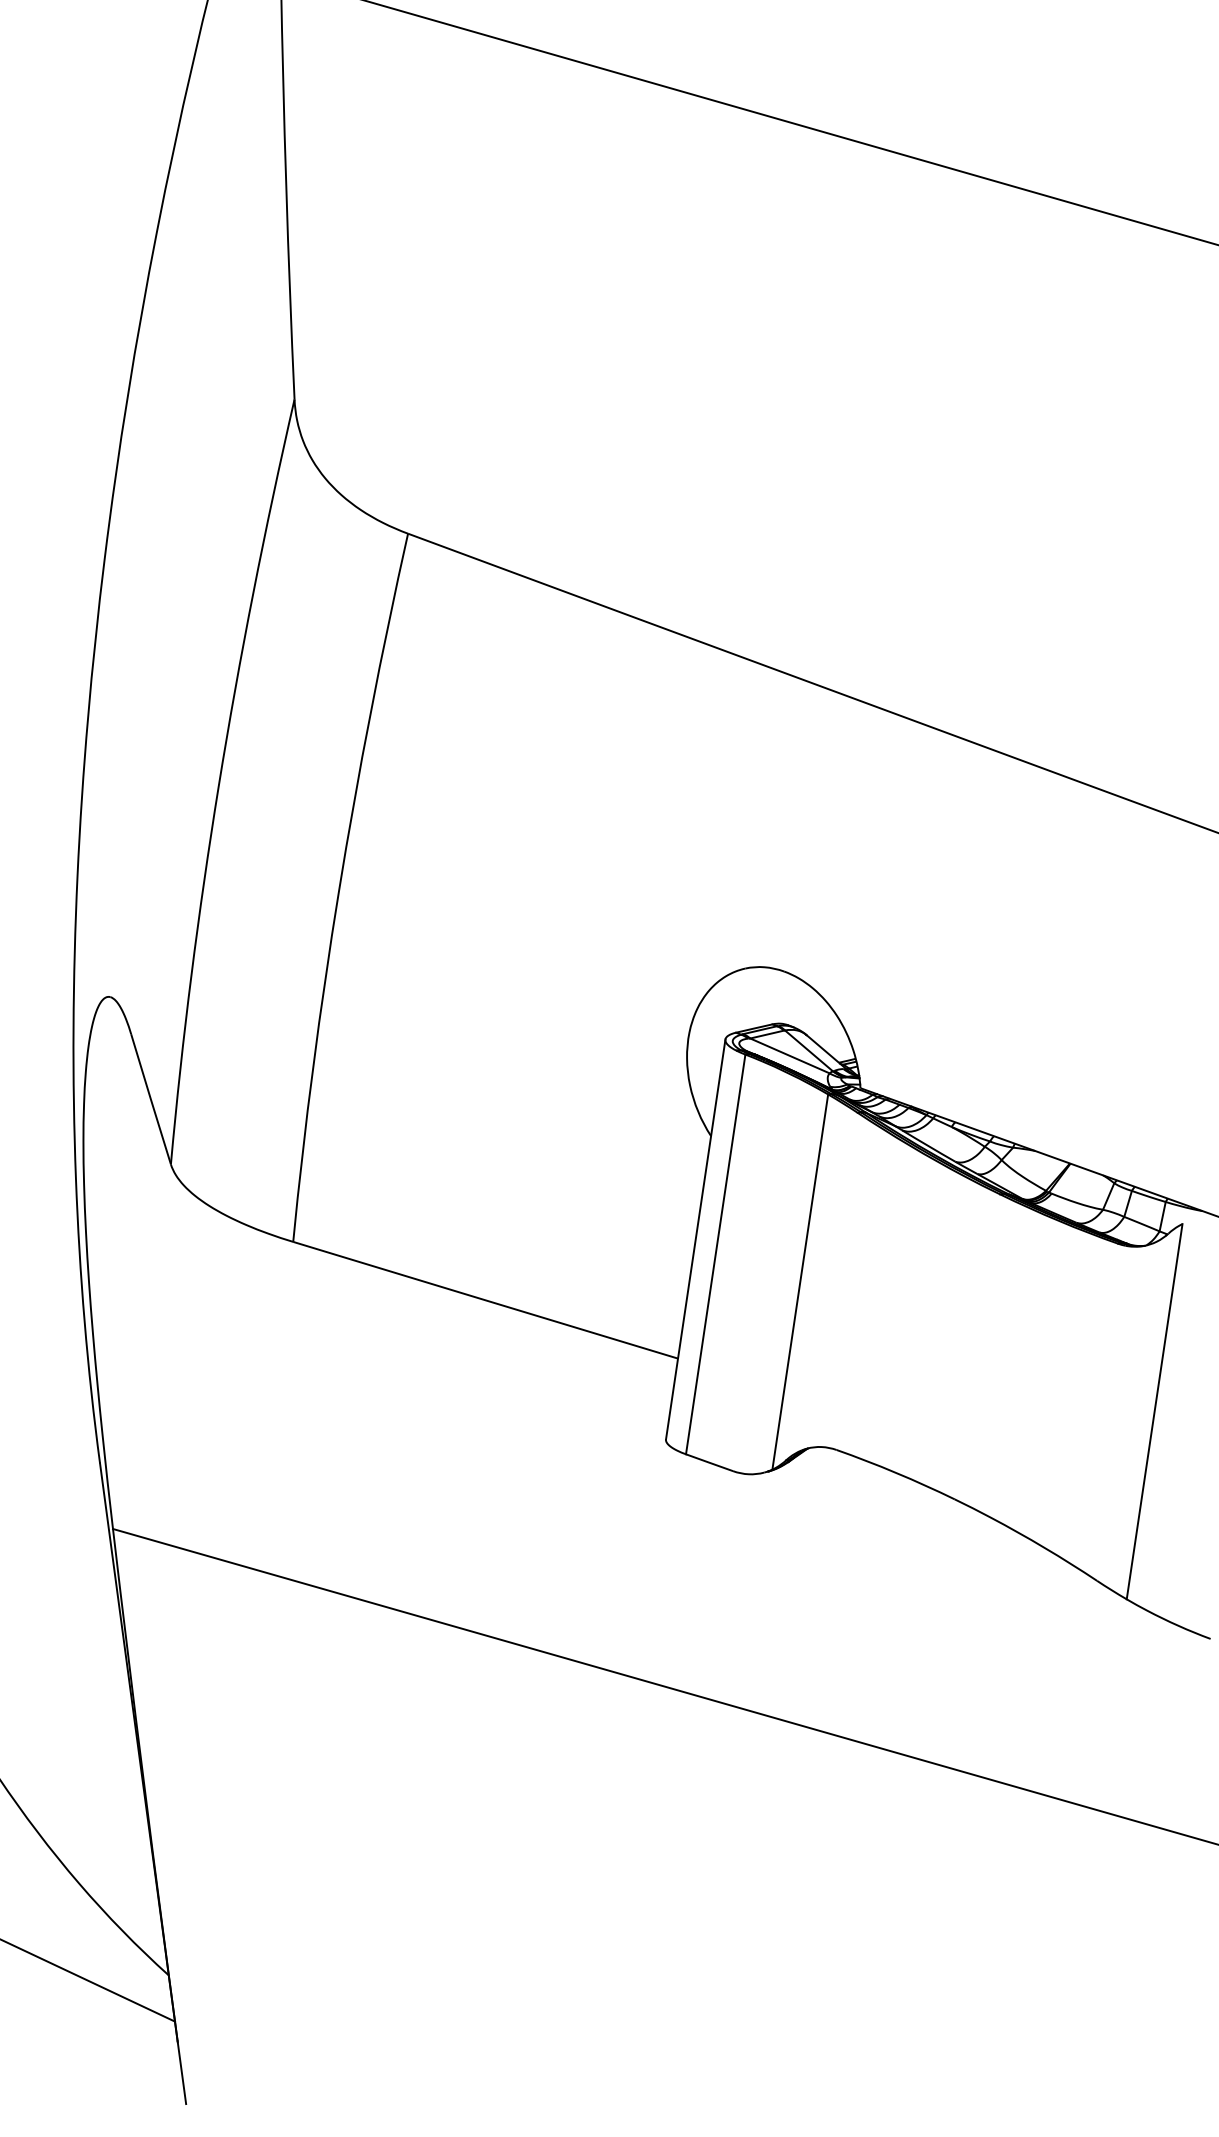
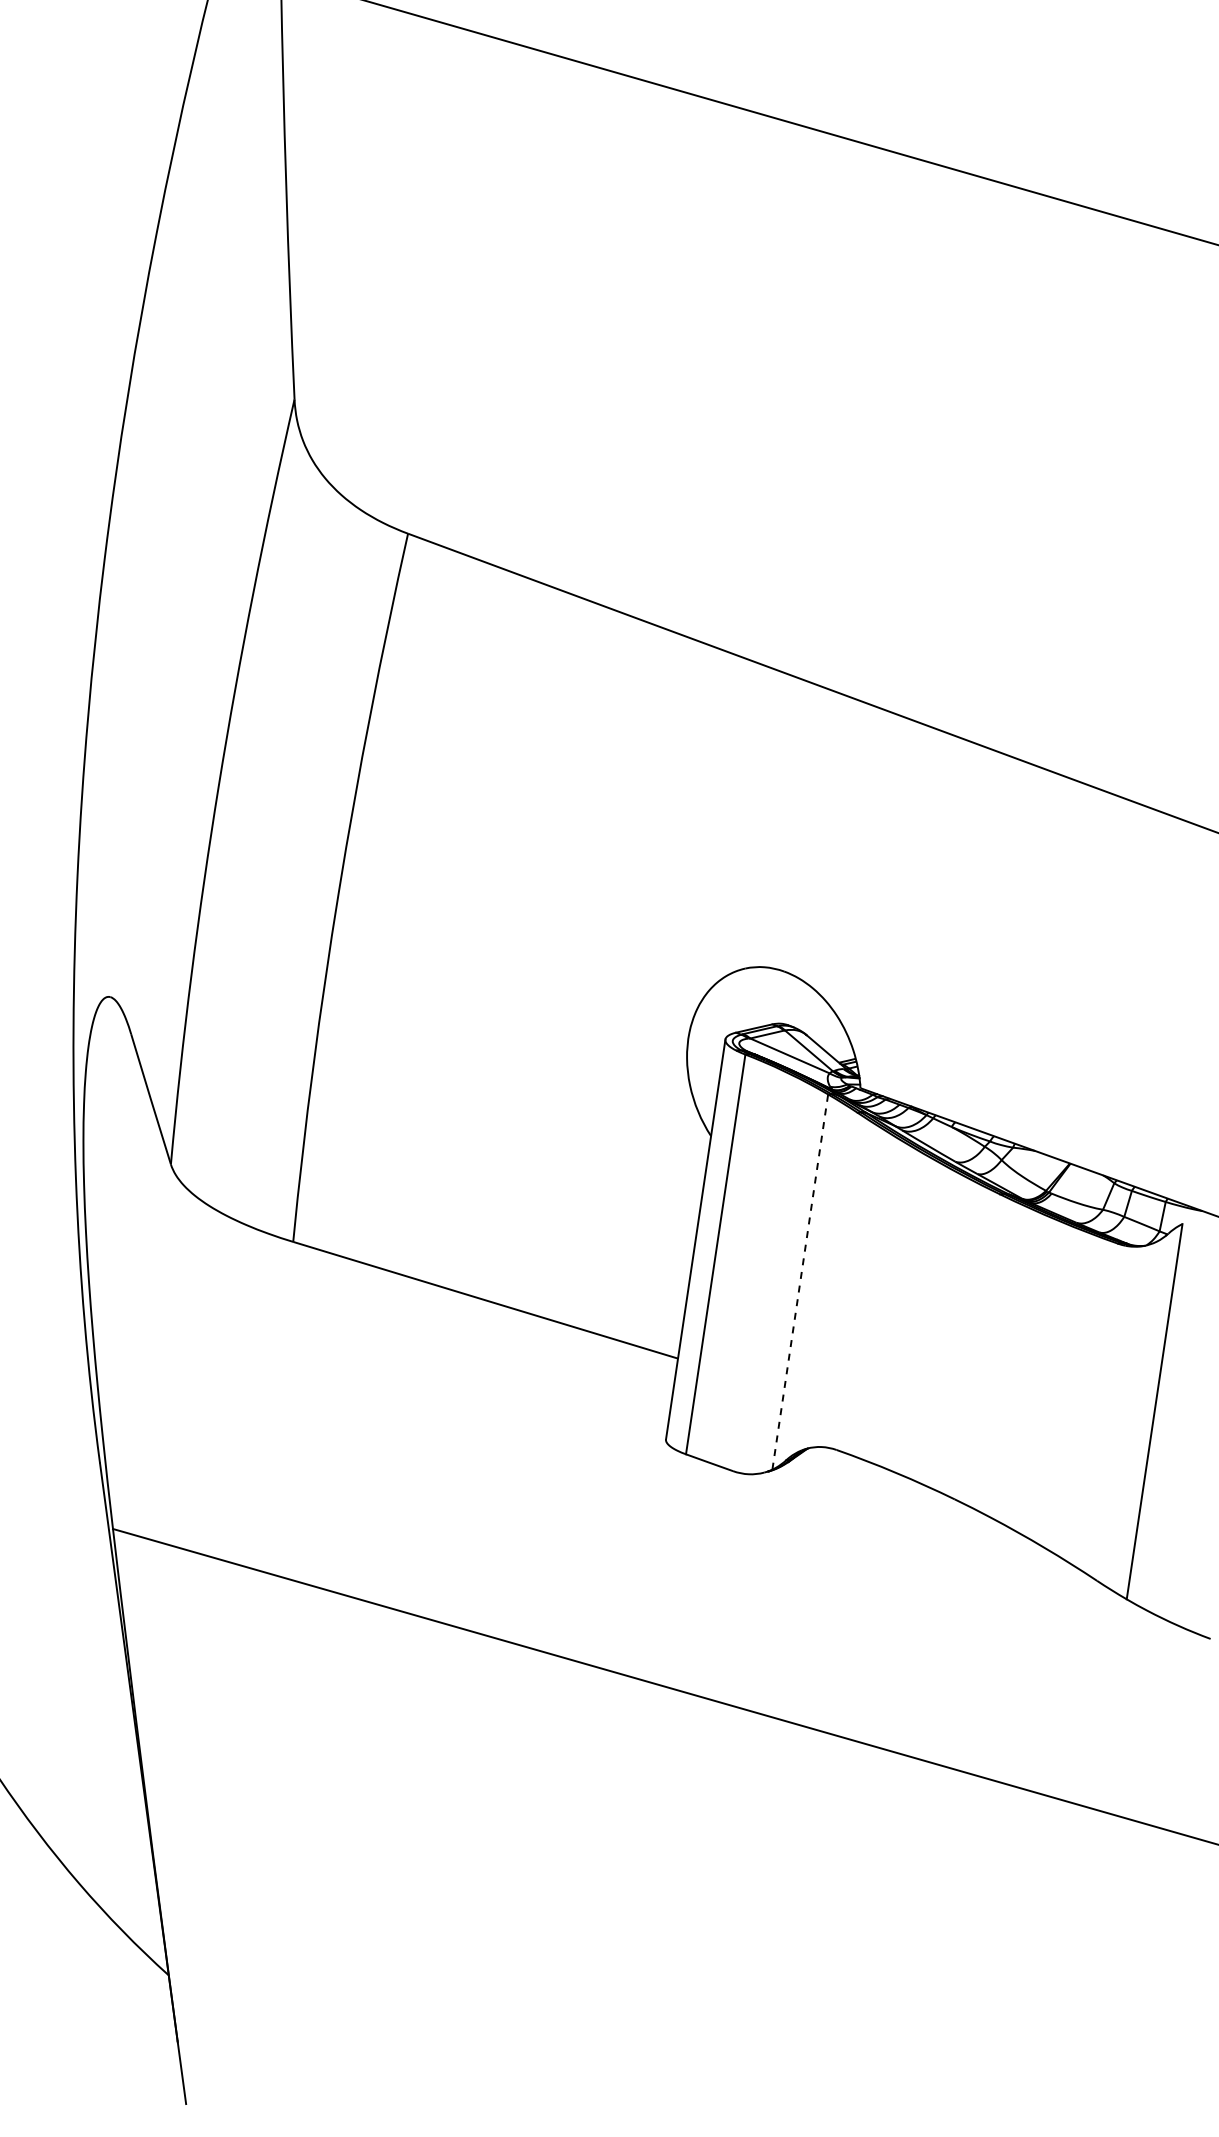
line at (800, 1282): solid -> dashed
line at (88, 1980): present -> none
